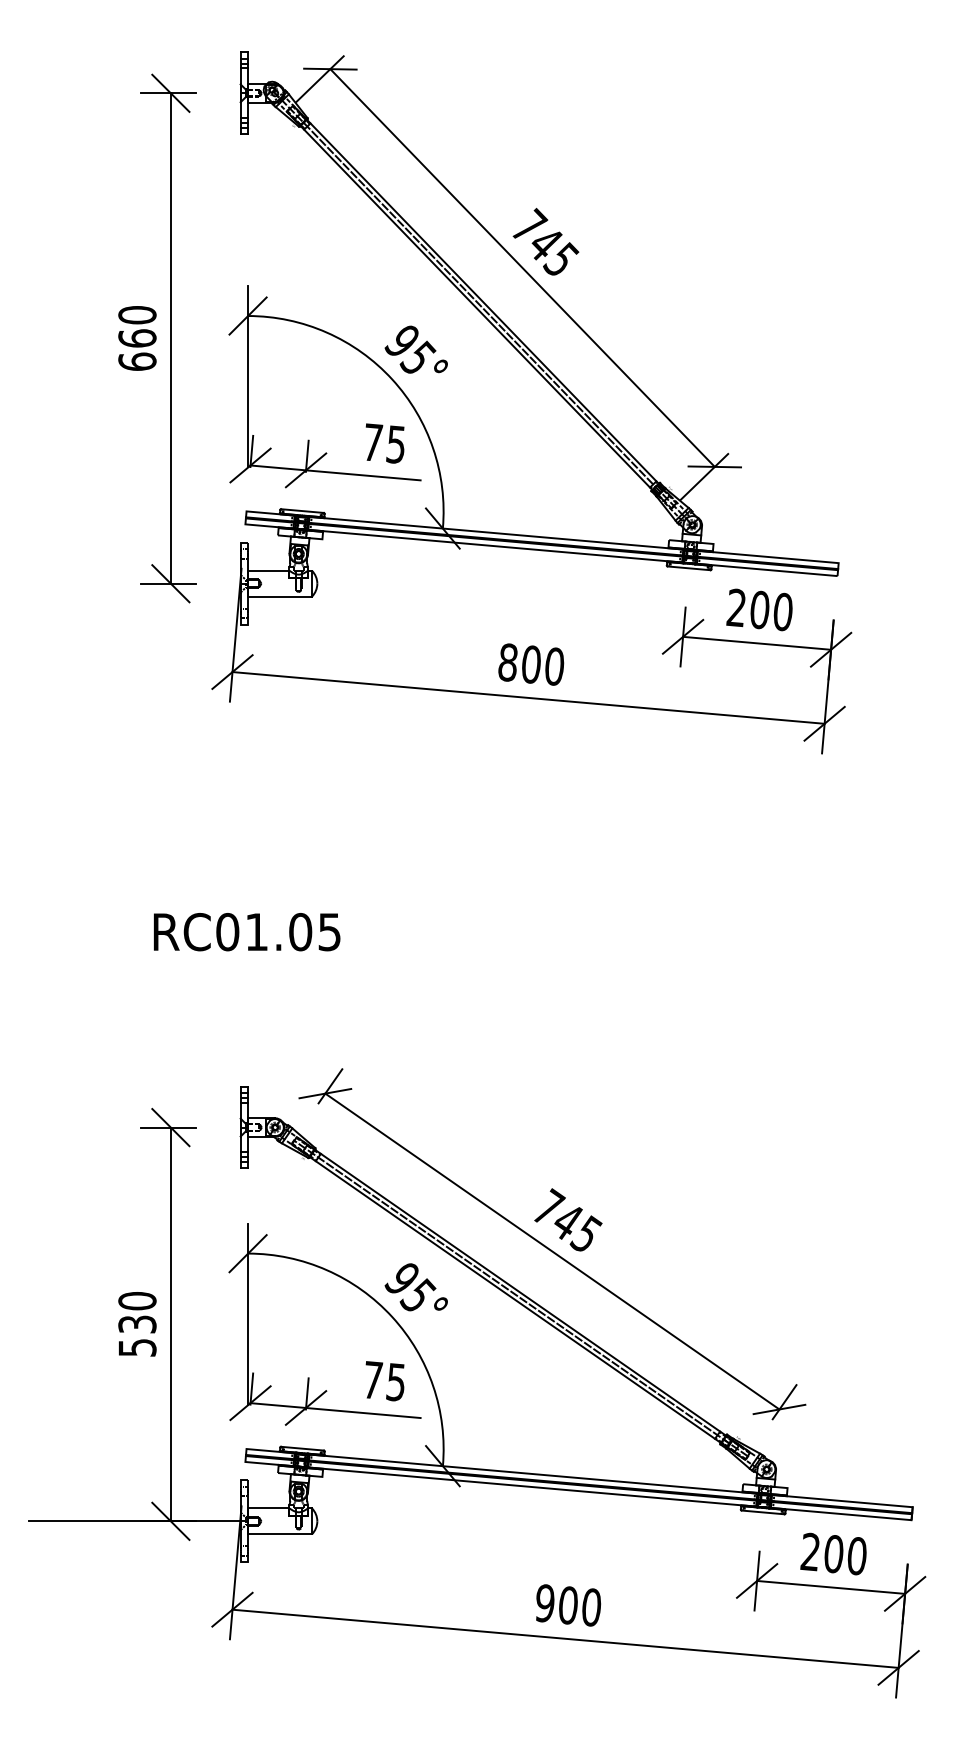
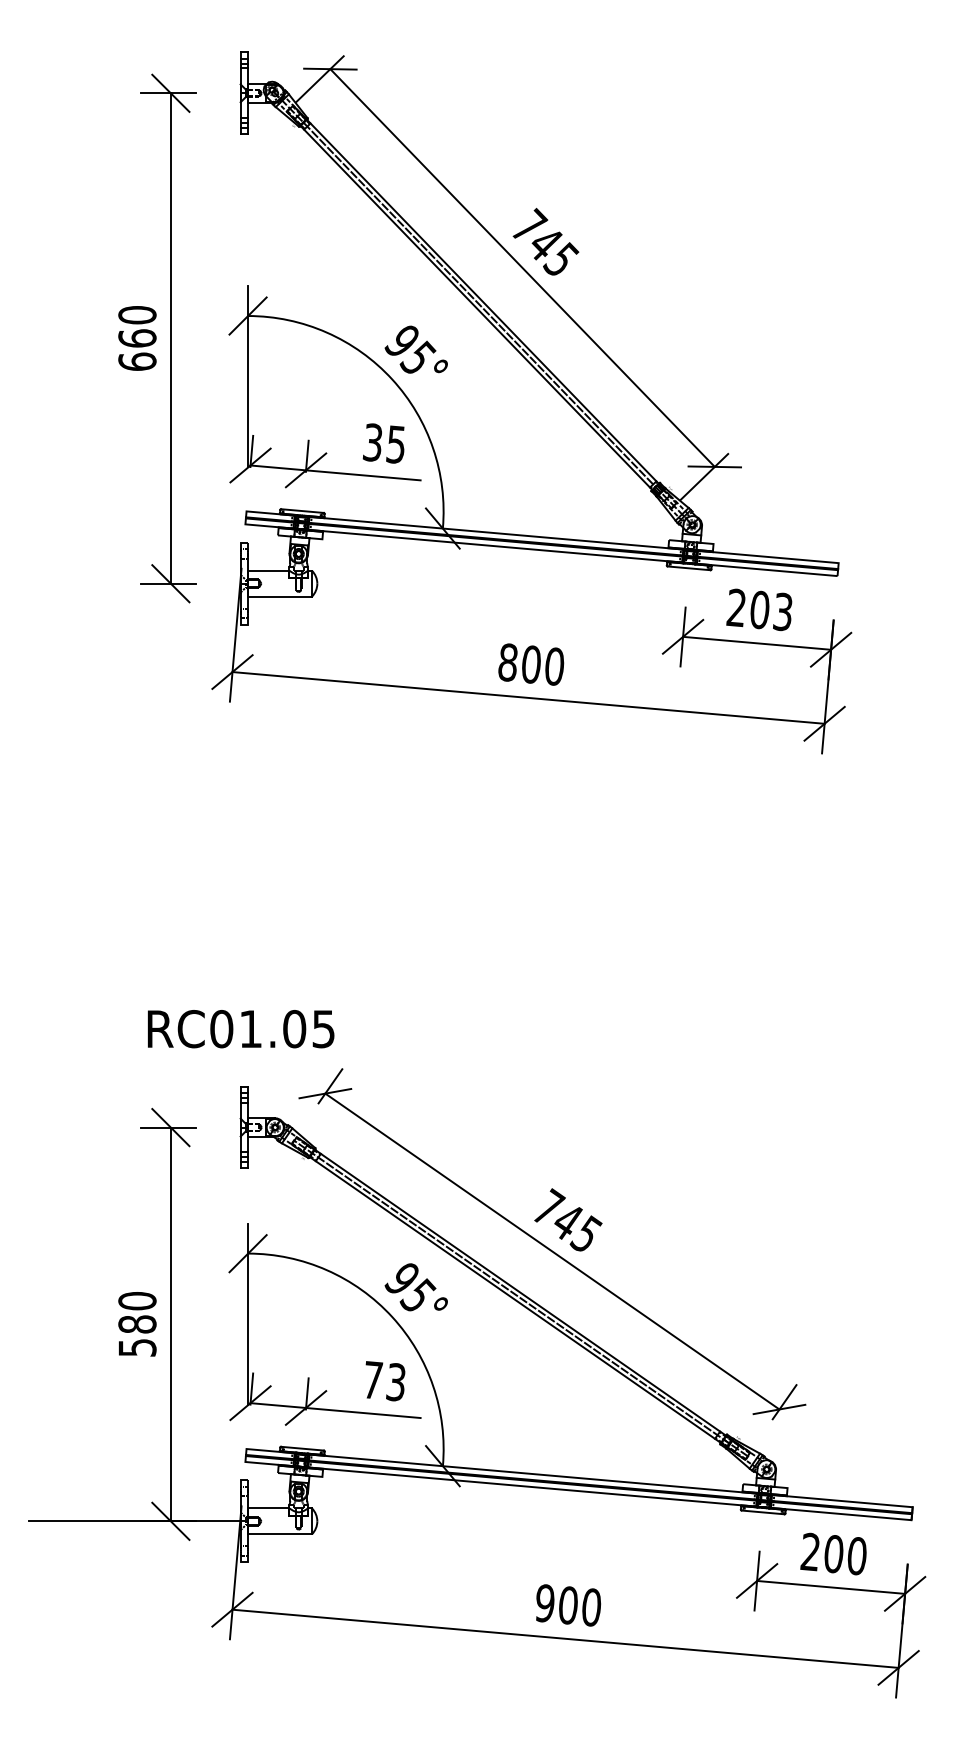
text at (372, 442): 75 -> 35
text at (782, 611): 200 -> 203
text at (247, 932) position: (247, 932) -> (241, 1029)
text at (137, 1324): 530 -> 580
text at (395, 1381): 75 -> 73
